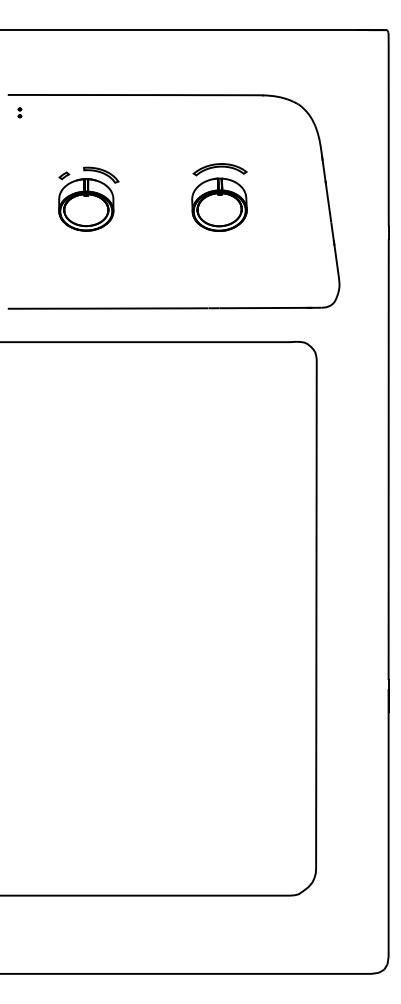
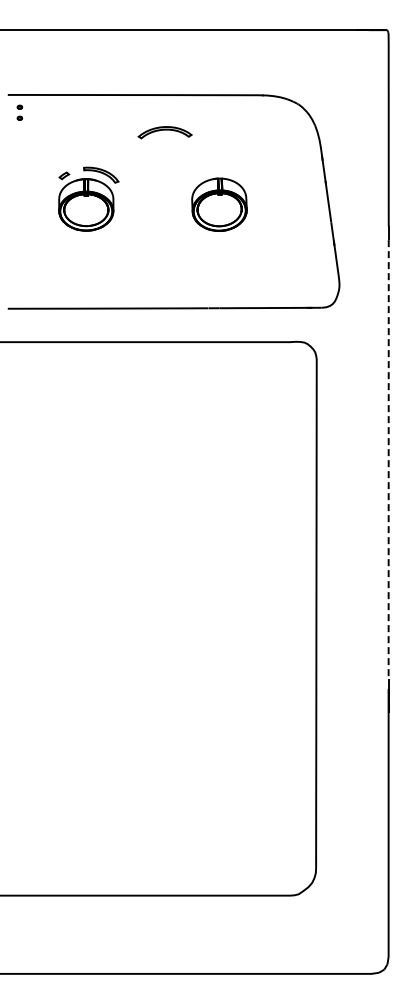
part at (19, 112) size: 6x12 px -> 8x17 px
part at (219, 169) position: (219, 169) -> (164, 132)
line at (388, 460): solid -> dashed
